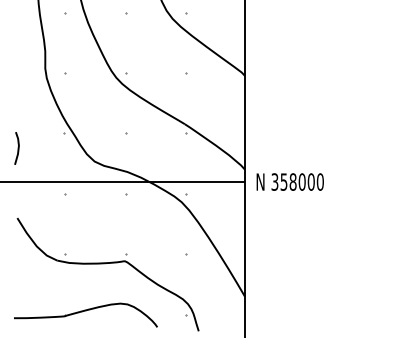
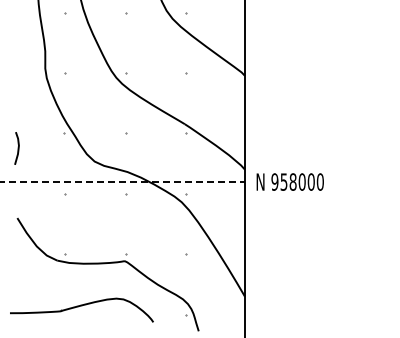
text at (274, 181): 358000 -> 958000
line at (122, 182): solid -> dashed
part at (85, 314) position: (85, 314) -> (81, 309)
